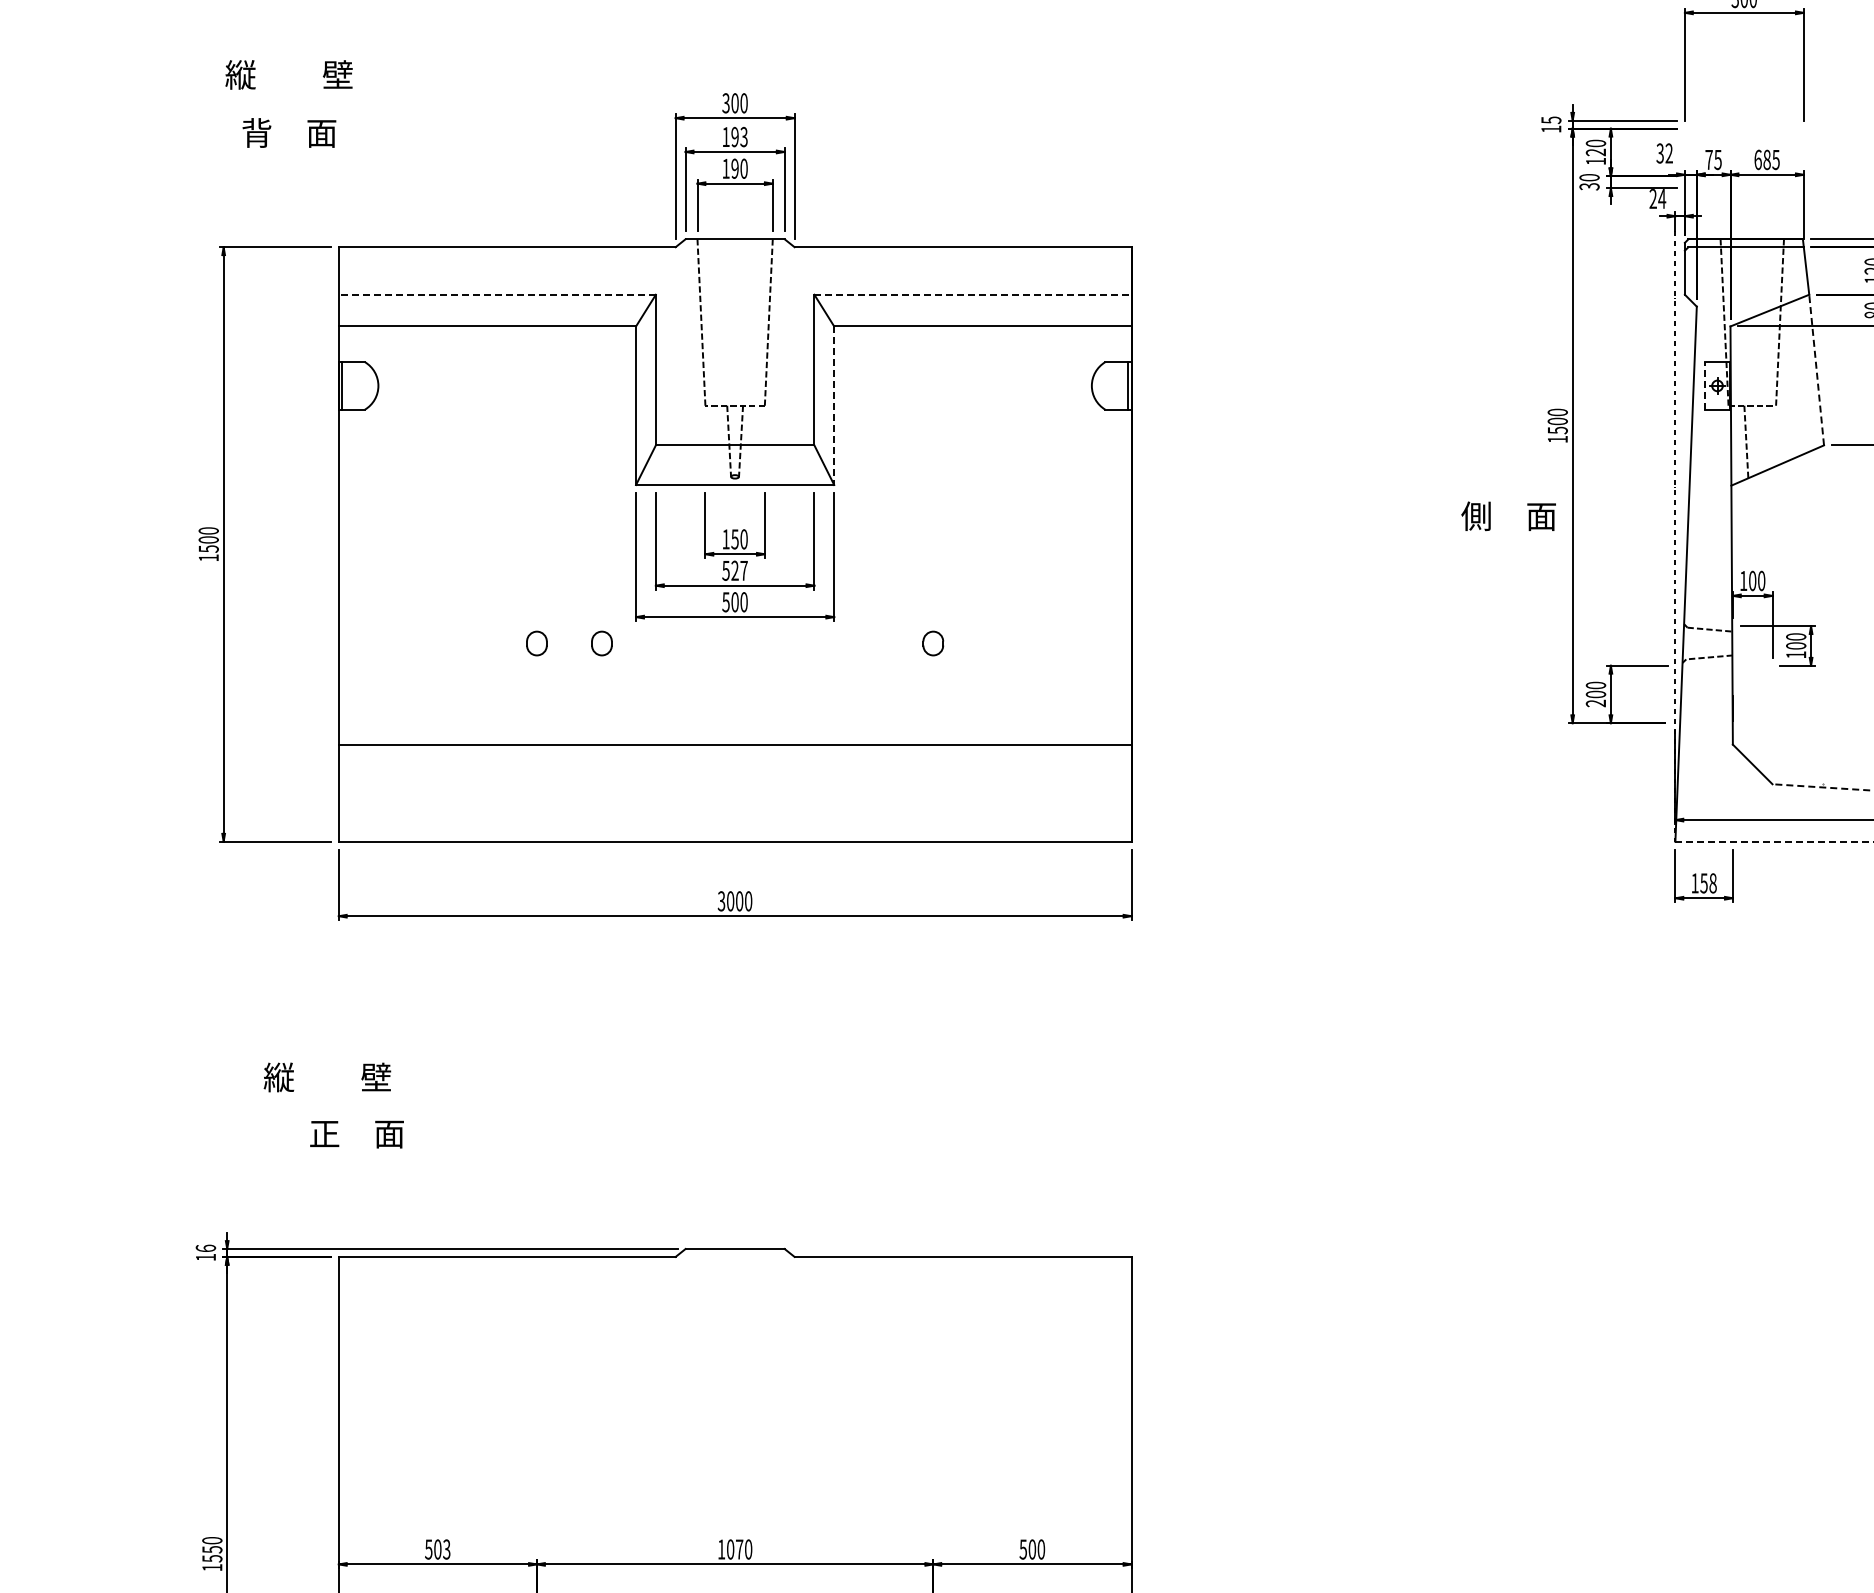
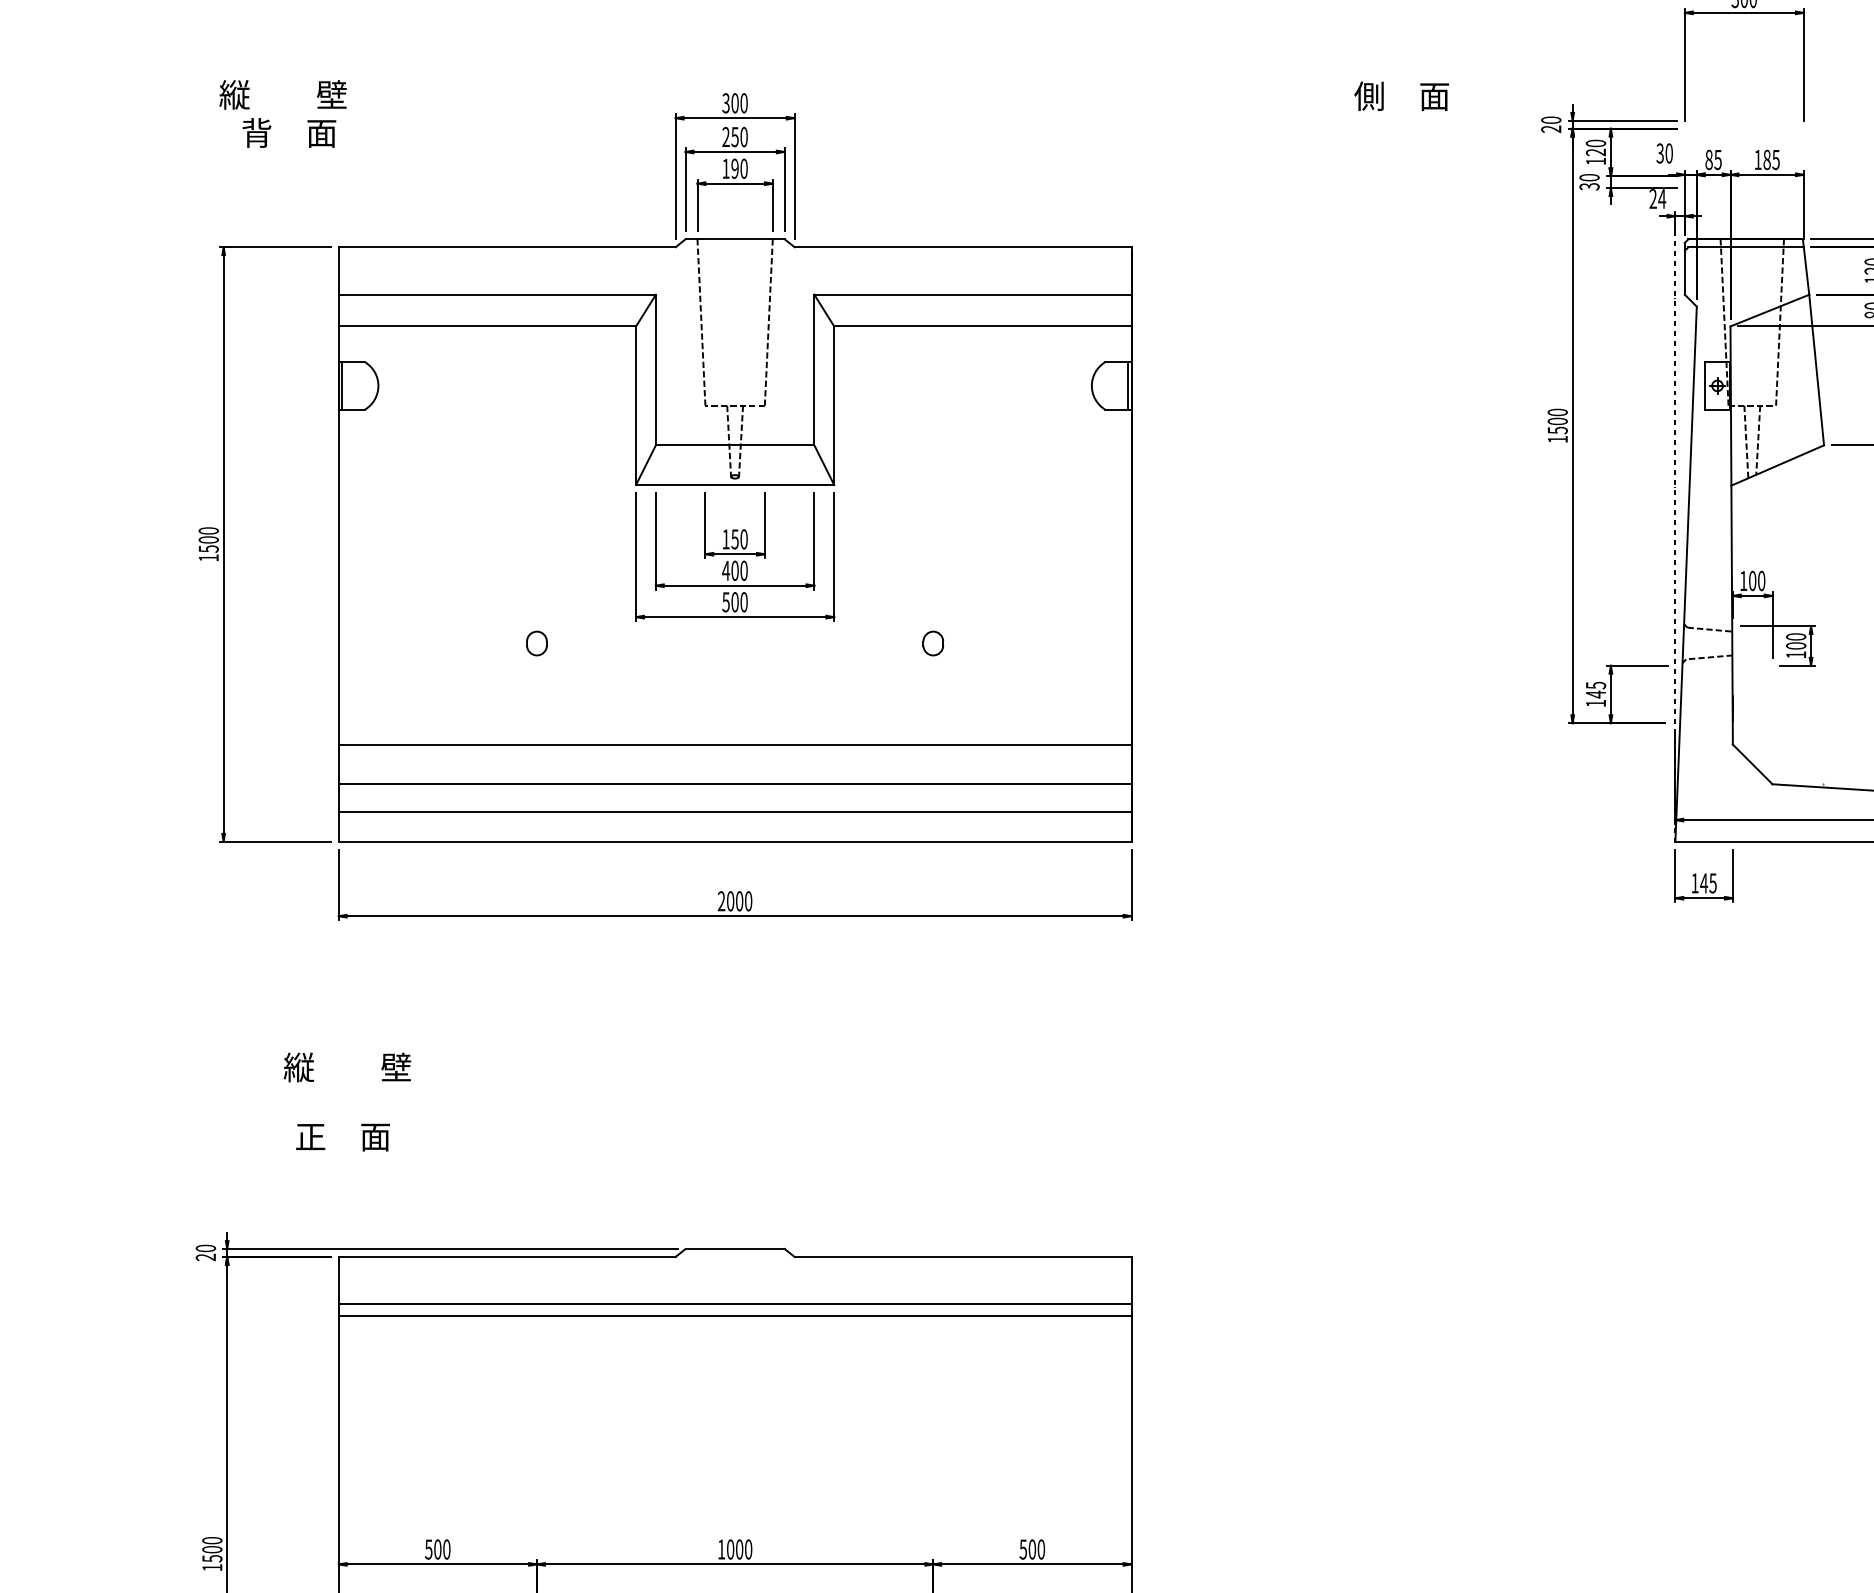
text at (288, 74) position: (288, 74) -> (282, 94)
text at (1551, 124): 15 -> 20
text at (734, 136): 193 -> 250
text at (1668, 153): 32 -> 30
text at (1708, 159): 75 -> 85
text at (1757, 159): 685 -> 185
line at (497, 294): dashed -> solid
line at (972, 294): dashed -> solid
line at (1816, 370): dashed -> solid
line at (1704, 385): dashed -> solid
line at (834, 406): dashed -> solid
line at (1758, 439): none -> present
text at (1508, 515) position: (1508, 515) -> (1401, 95)
text at (734, 570): 527 -> 400
part at (601, 643): present -> none
text at (1595, 694): 200 -> 145
line at (734, 784): none -> present
line at (1822, 787): dashed -> solid
line at (734, 812): none -> present
line at (1774, 841): dashed -> solid
text at (1708, 883): 158 -> 145
text at (721, 901): 3000 -> 2000
text at (327, 1077) position: (327, 1077) -> (347, 1067)
text at (356, 1134) position: (356, 1134) -> (342, 1137)
text at (205, 1252): 16 -> 20
line at (734, 1304): none -> present
line at (734, 1316): none -> present
text at (212, 1549): 1550 -> 1500
text at (446, 1549): 503 -> 500
text at (739, 1549): 1070 -> 1000
